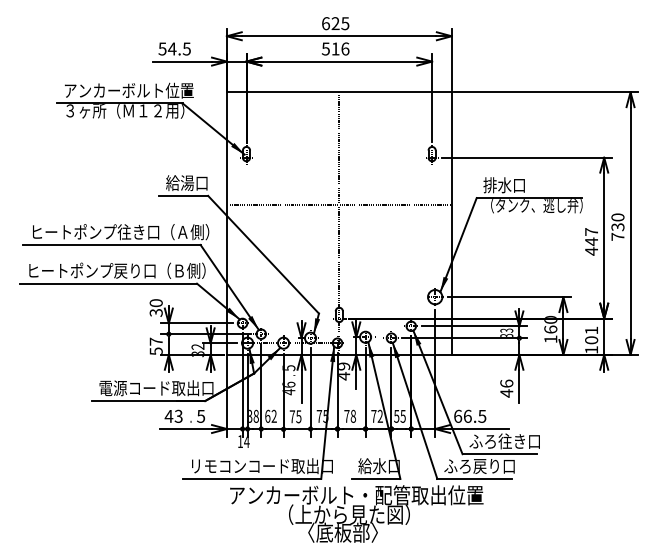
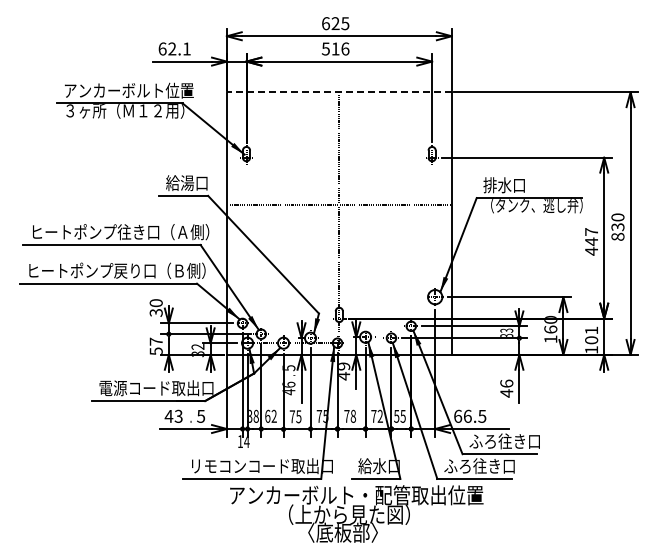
text at (174, 48): 54.5 -> 62.1
line at (338, 92): solid -> dashed
text at (617, 236): 730 -> 830
text at (486, 465): ふろ戻り口 -> ふろ往き口
